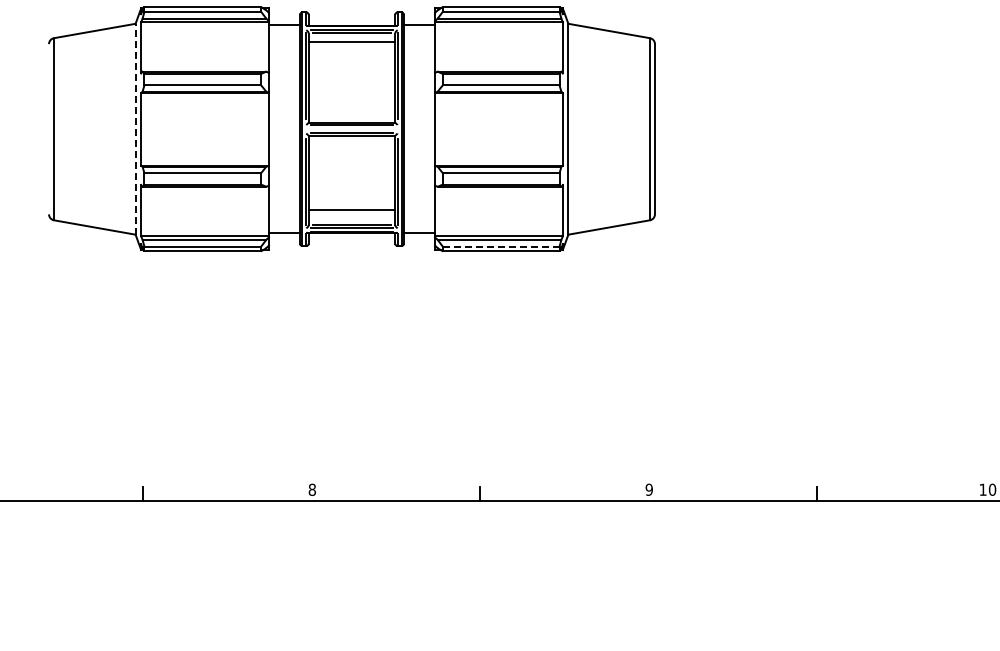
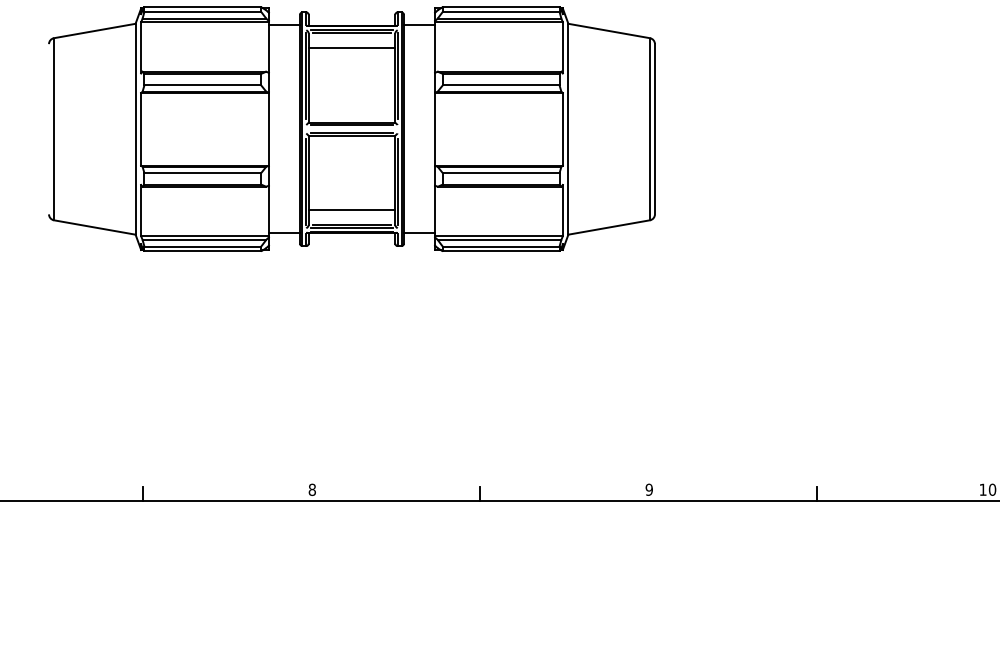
line at (351, 42) position: (351, 42) -> (351, 48)
line at (135, 128): dashed -> solid
line at (501, 246): dashed -> solid
